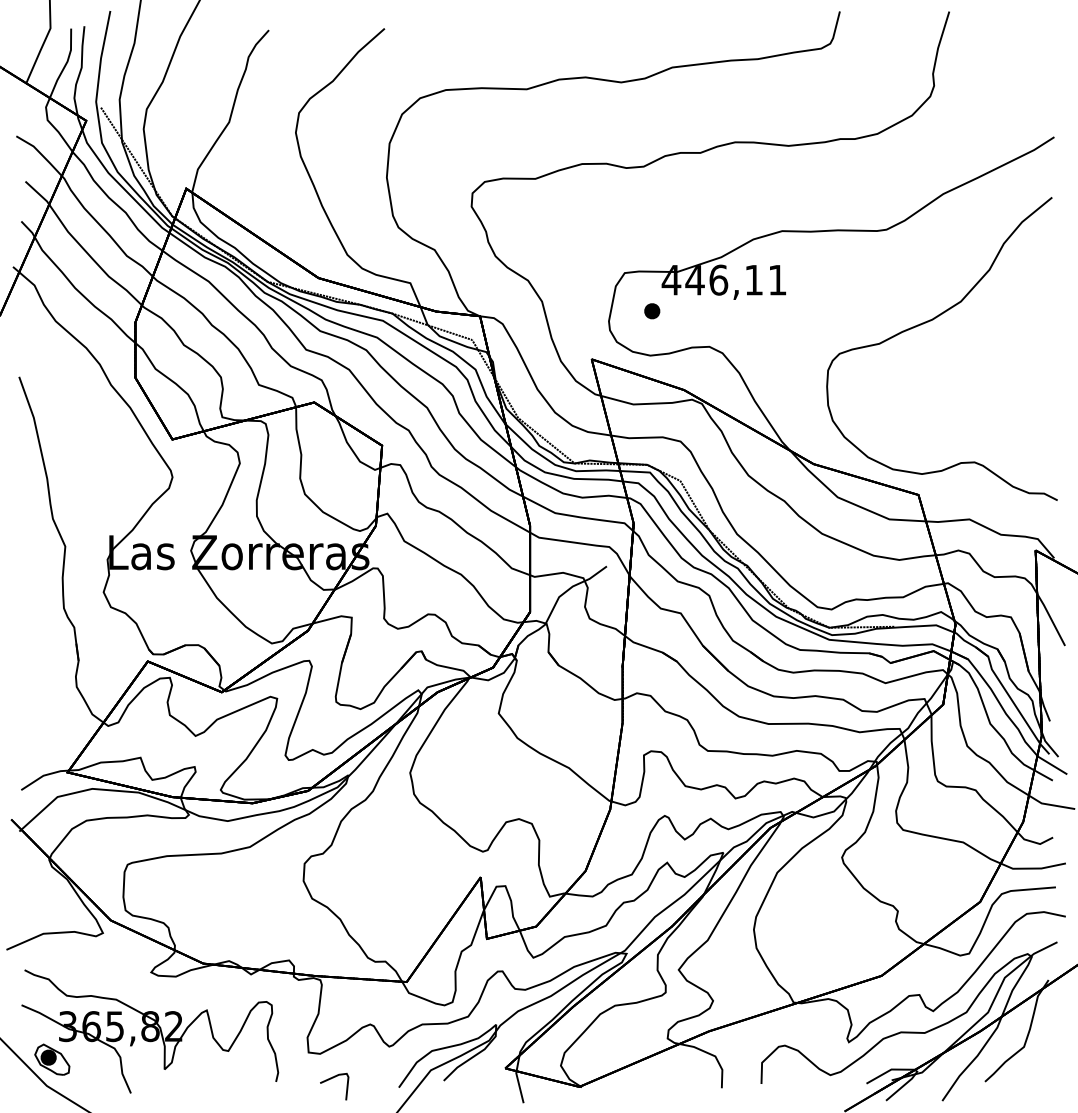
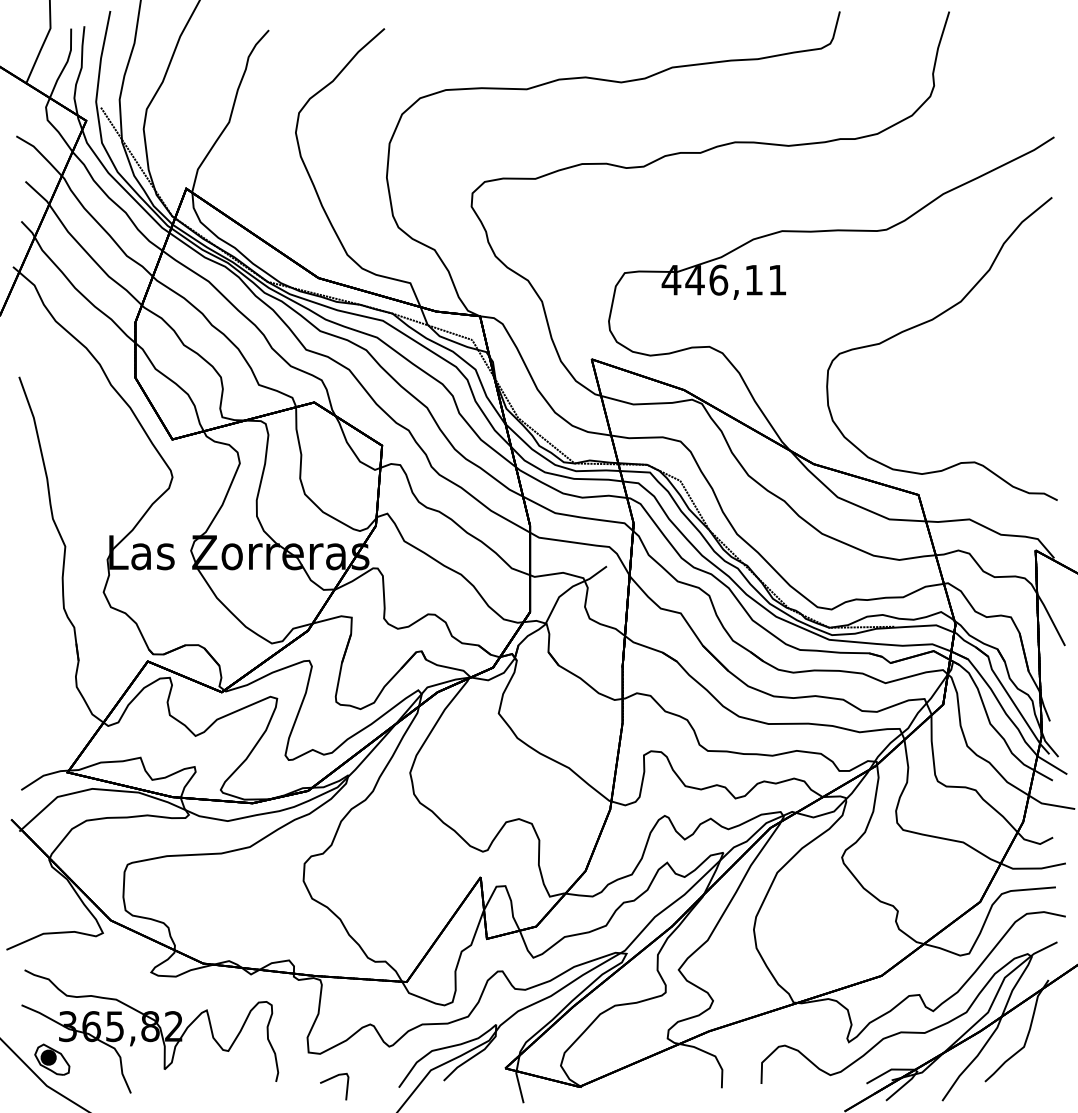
part at (652, 311): present -> none
